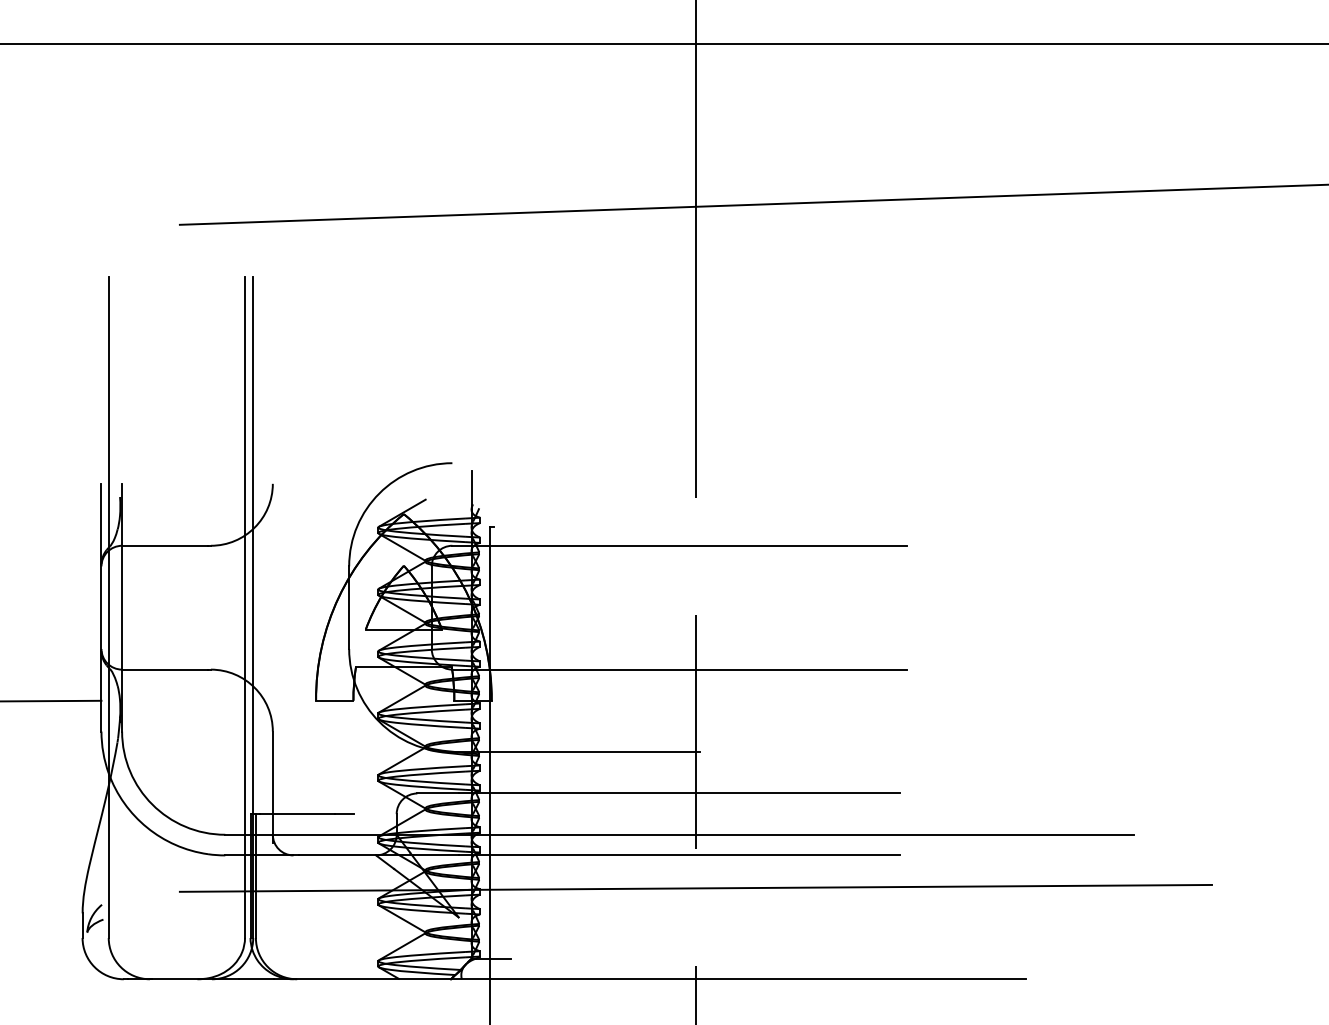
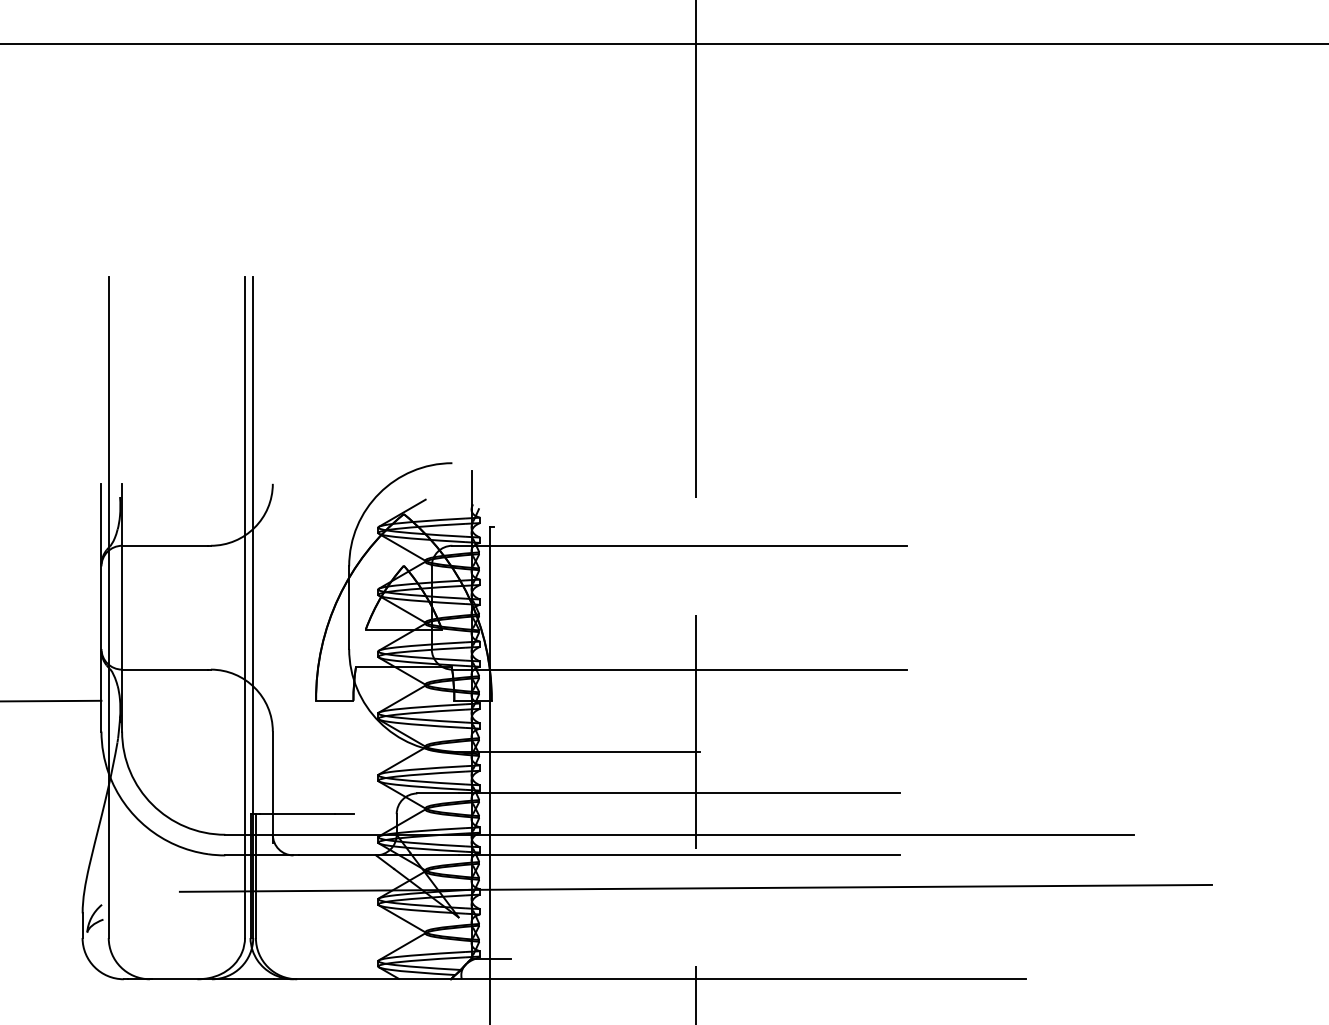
line at (752, 204): present -> none
